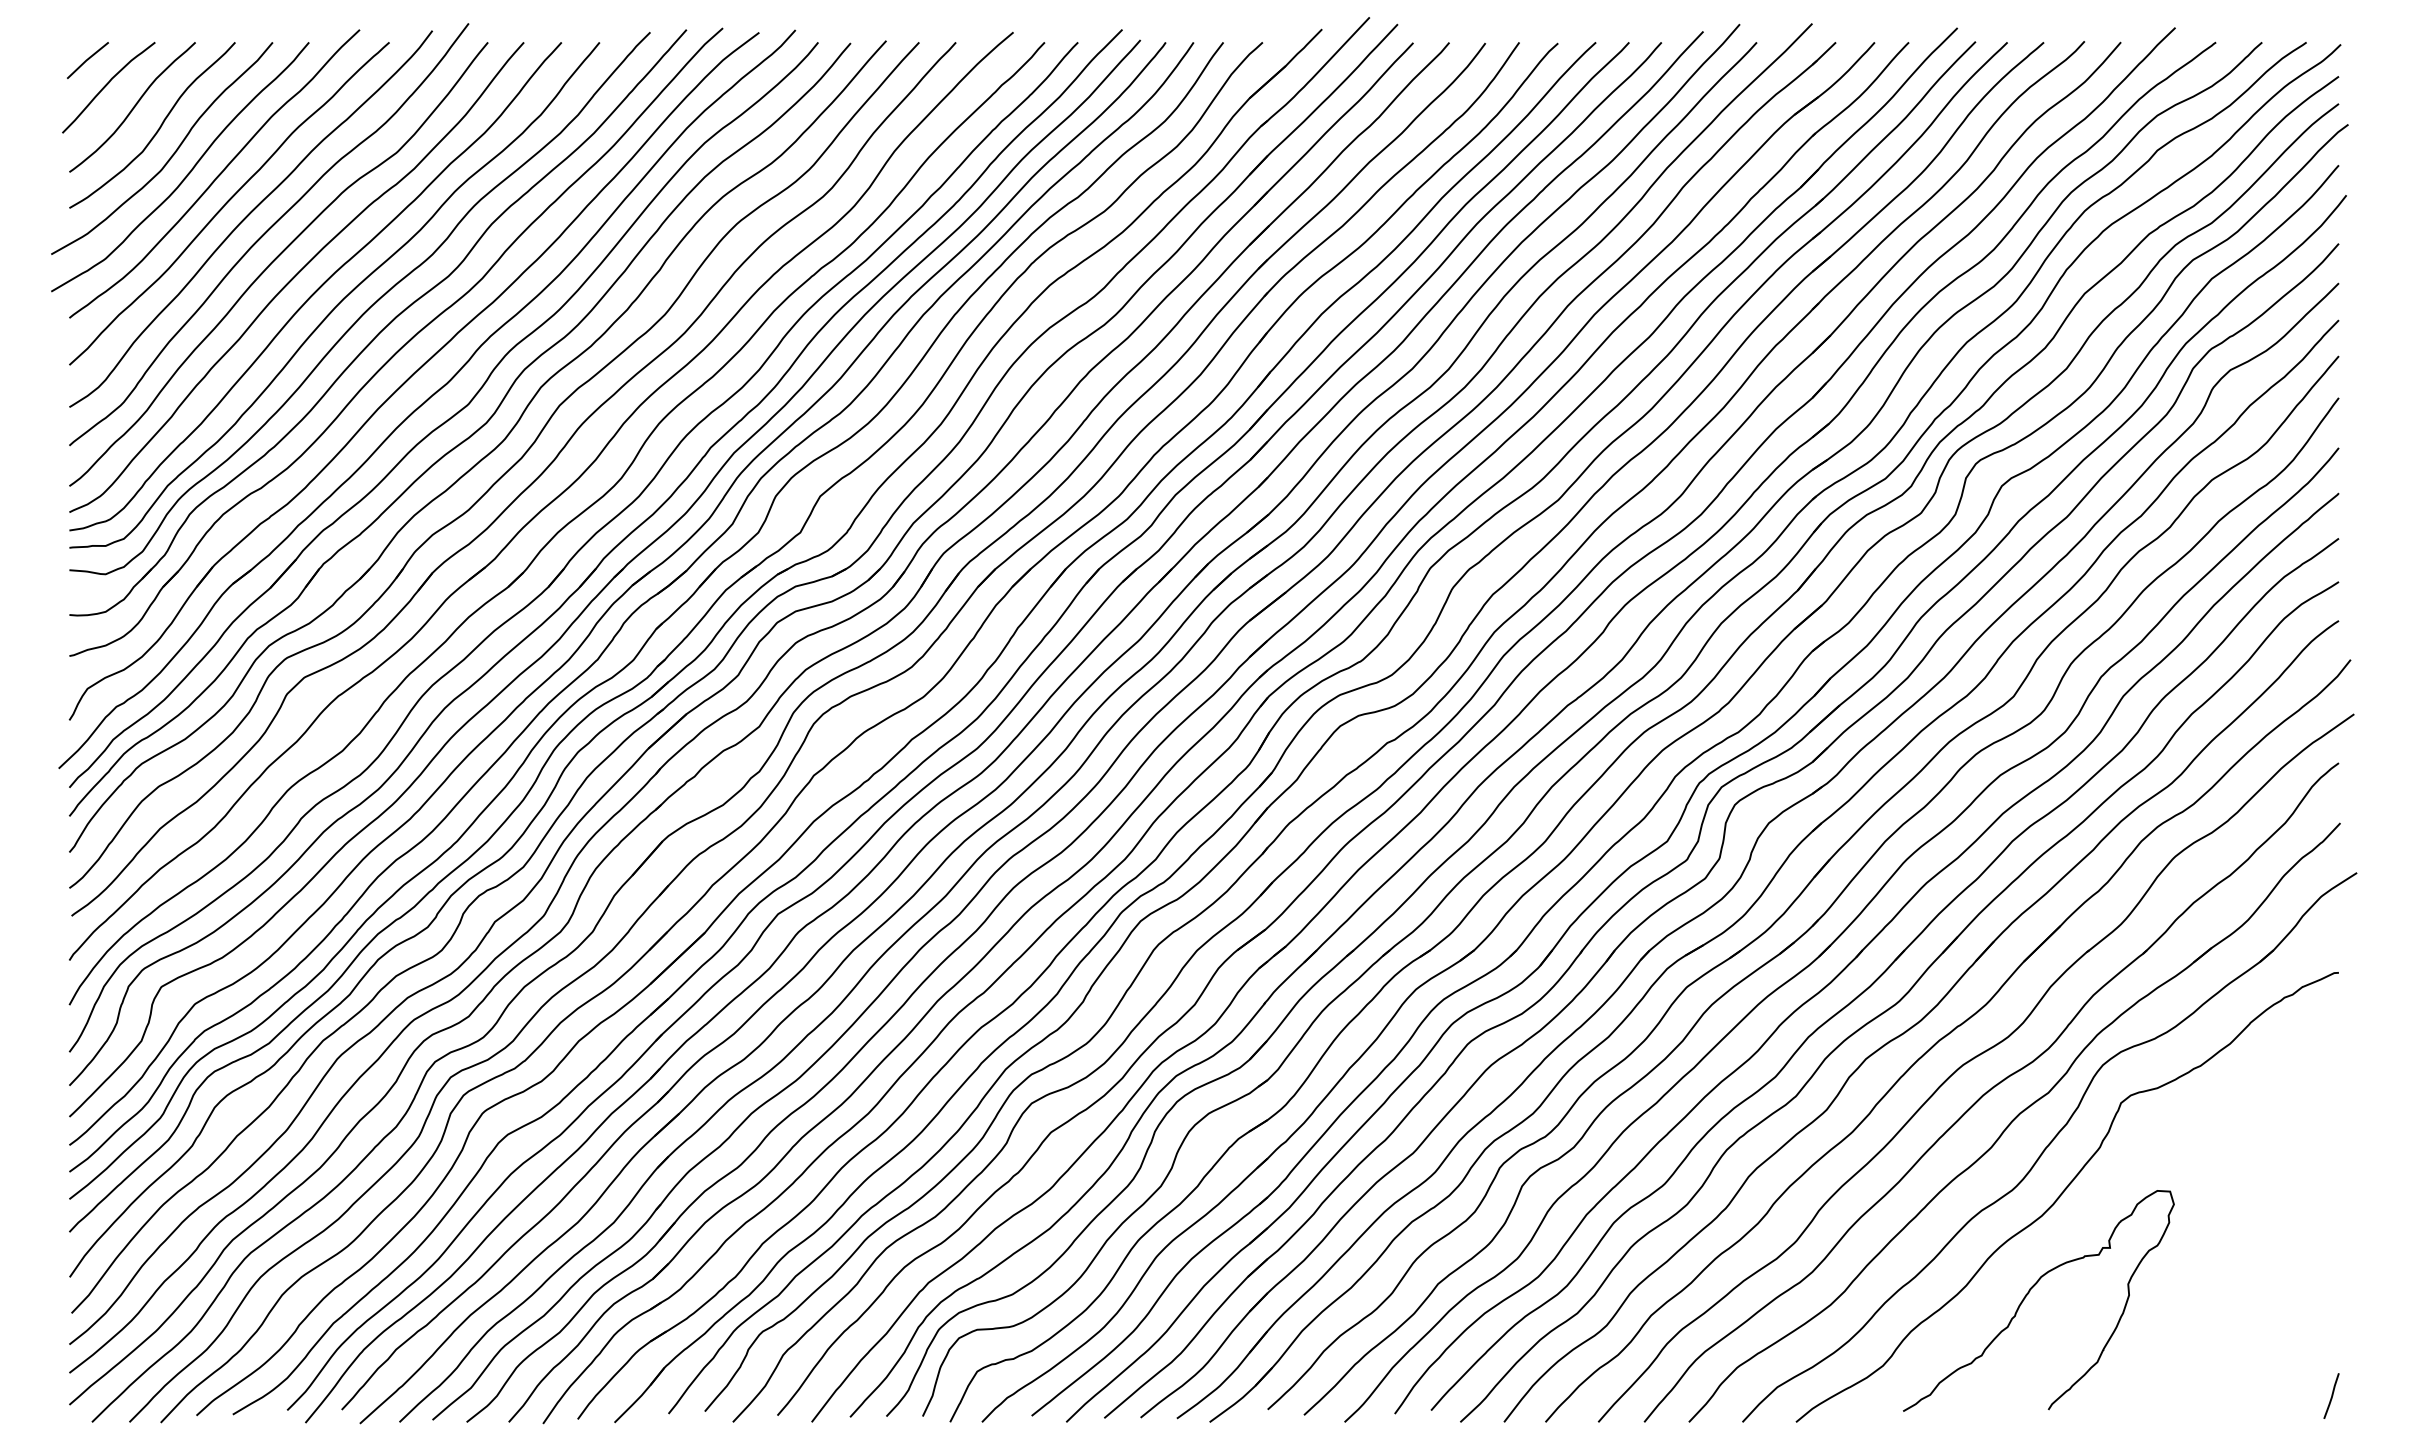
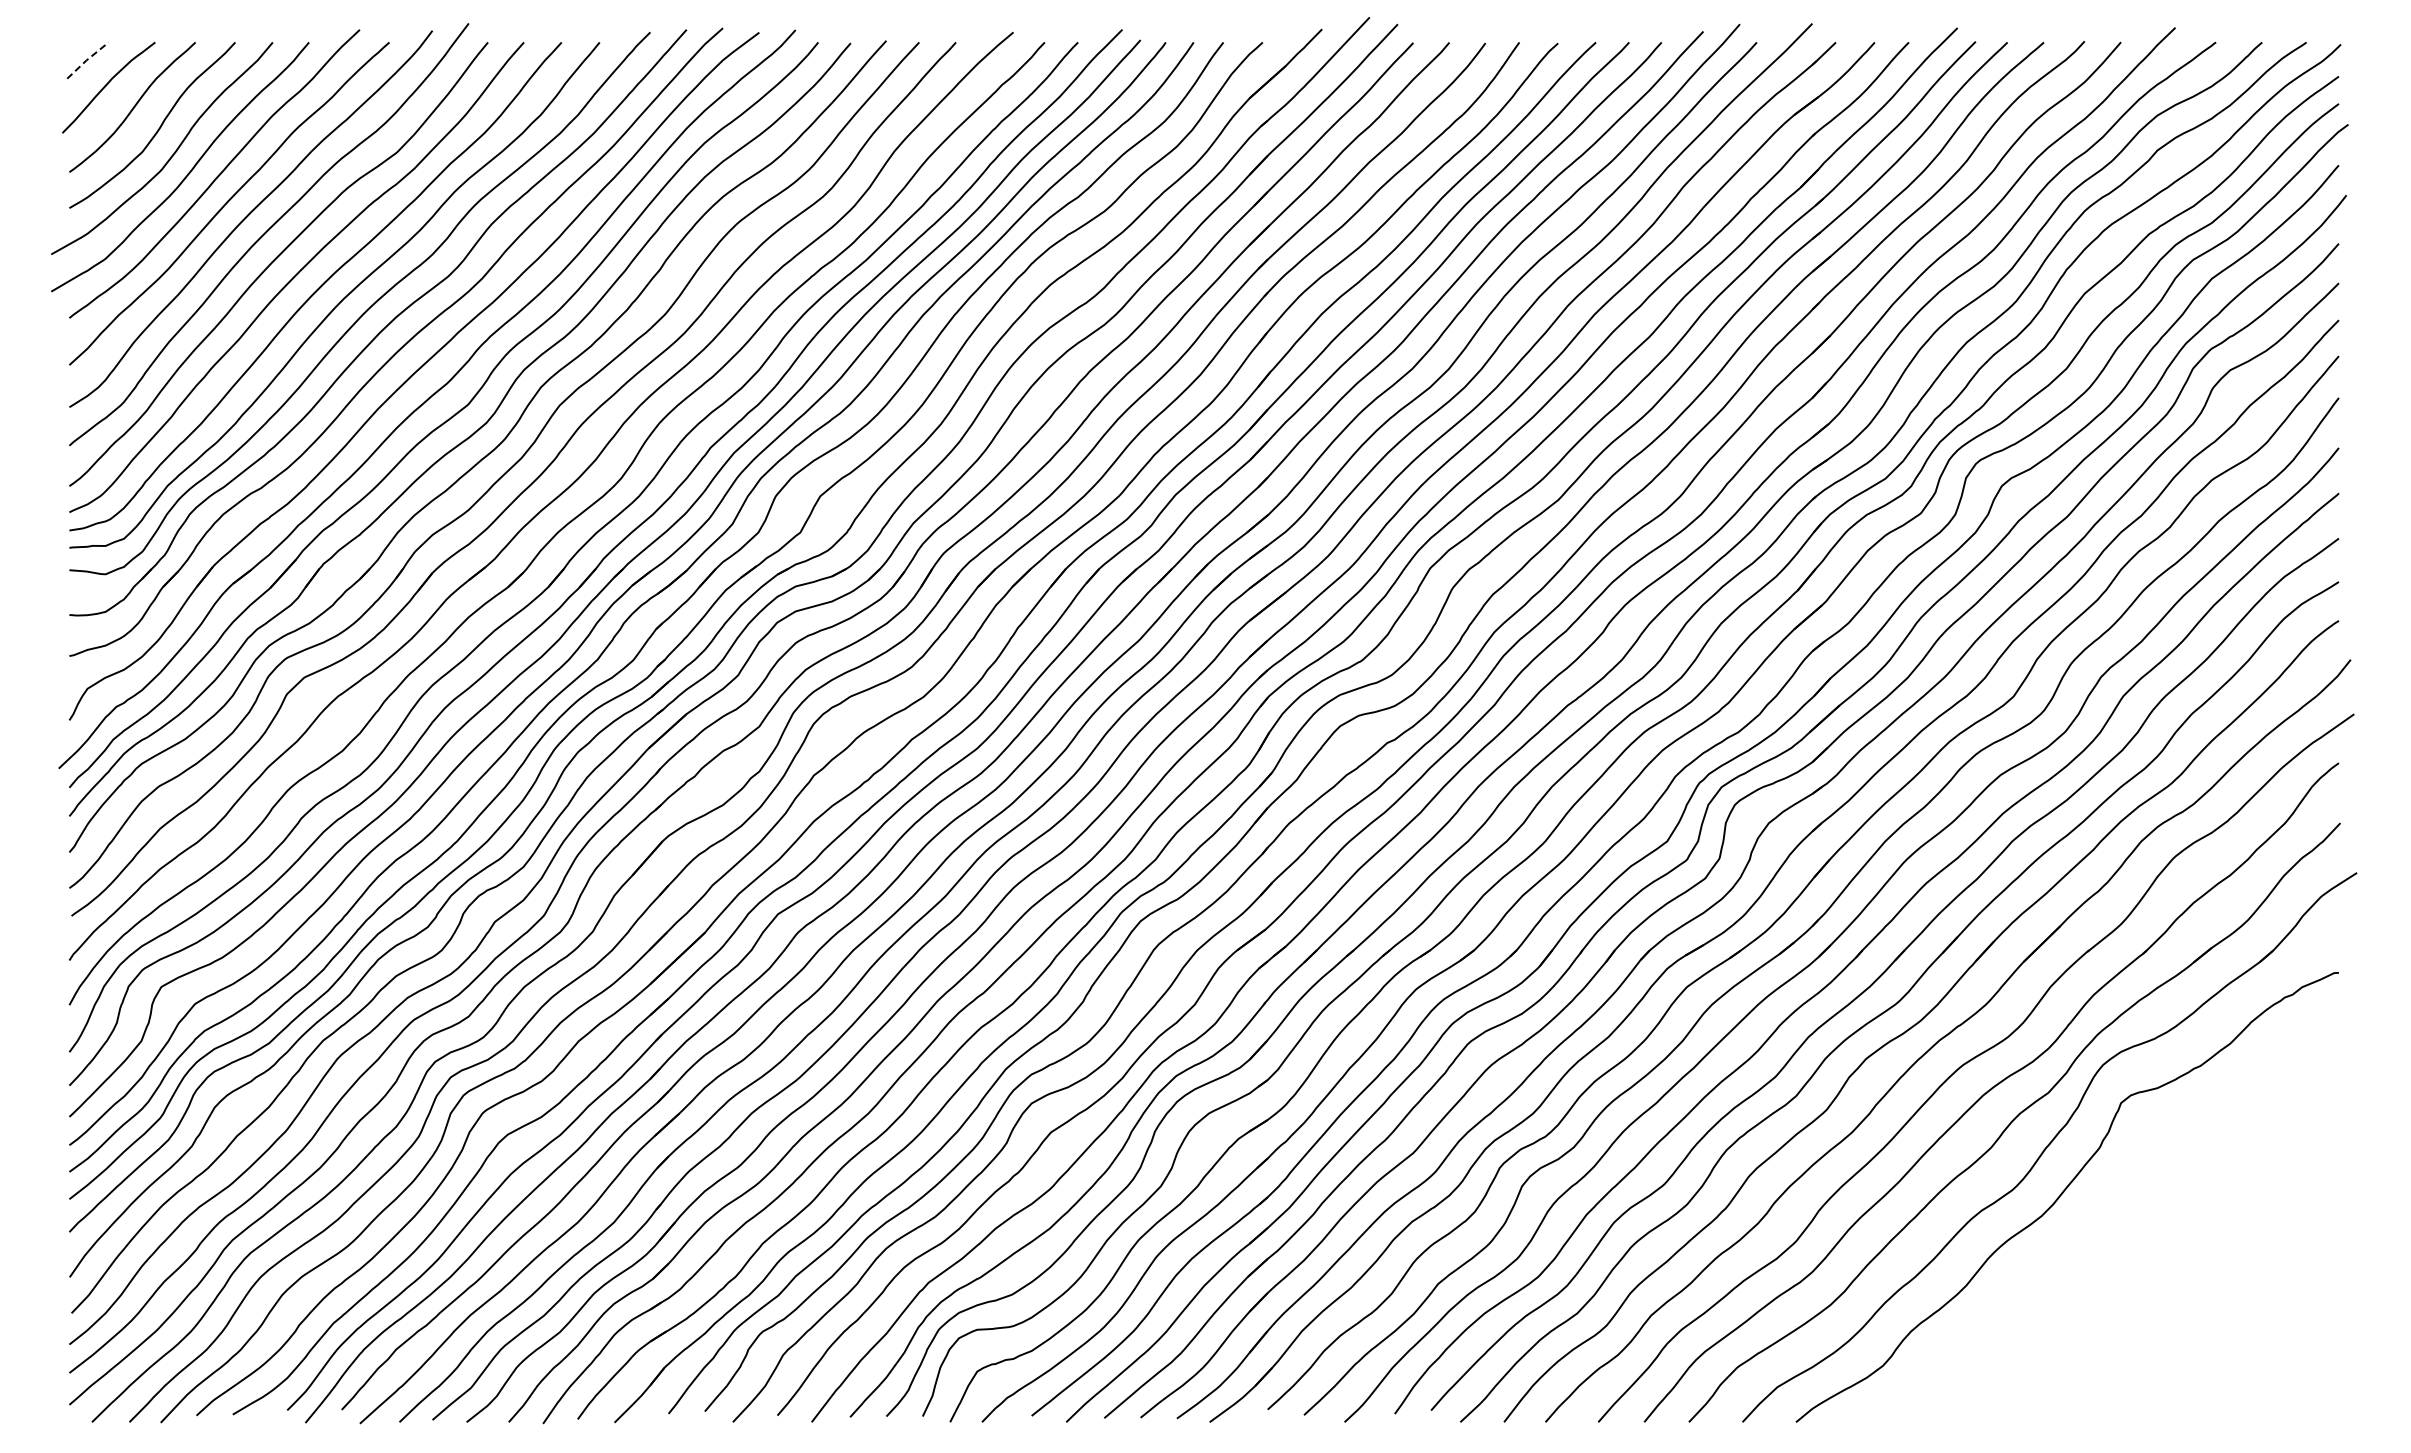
line at (87, 59): solid -> dashed
curve at (2029, 1293): present -> none
line at (2331, 1395): present -> none
